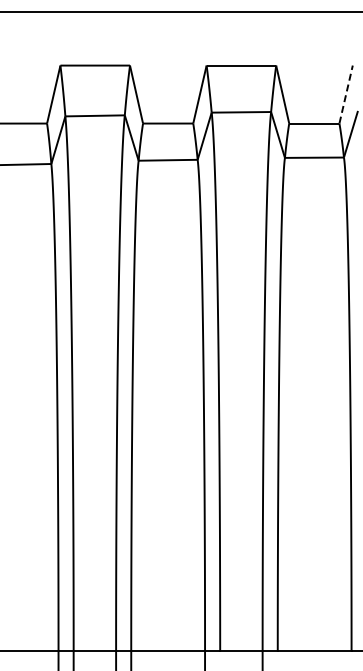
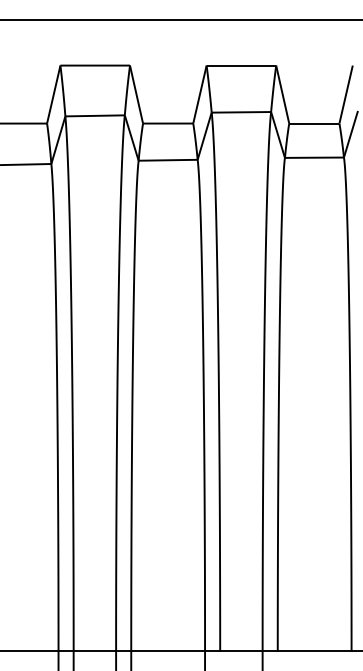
line at (180, 12) position: (180, 12) -> (180, 20)
line at (346, 94): dashed -> solid
